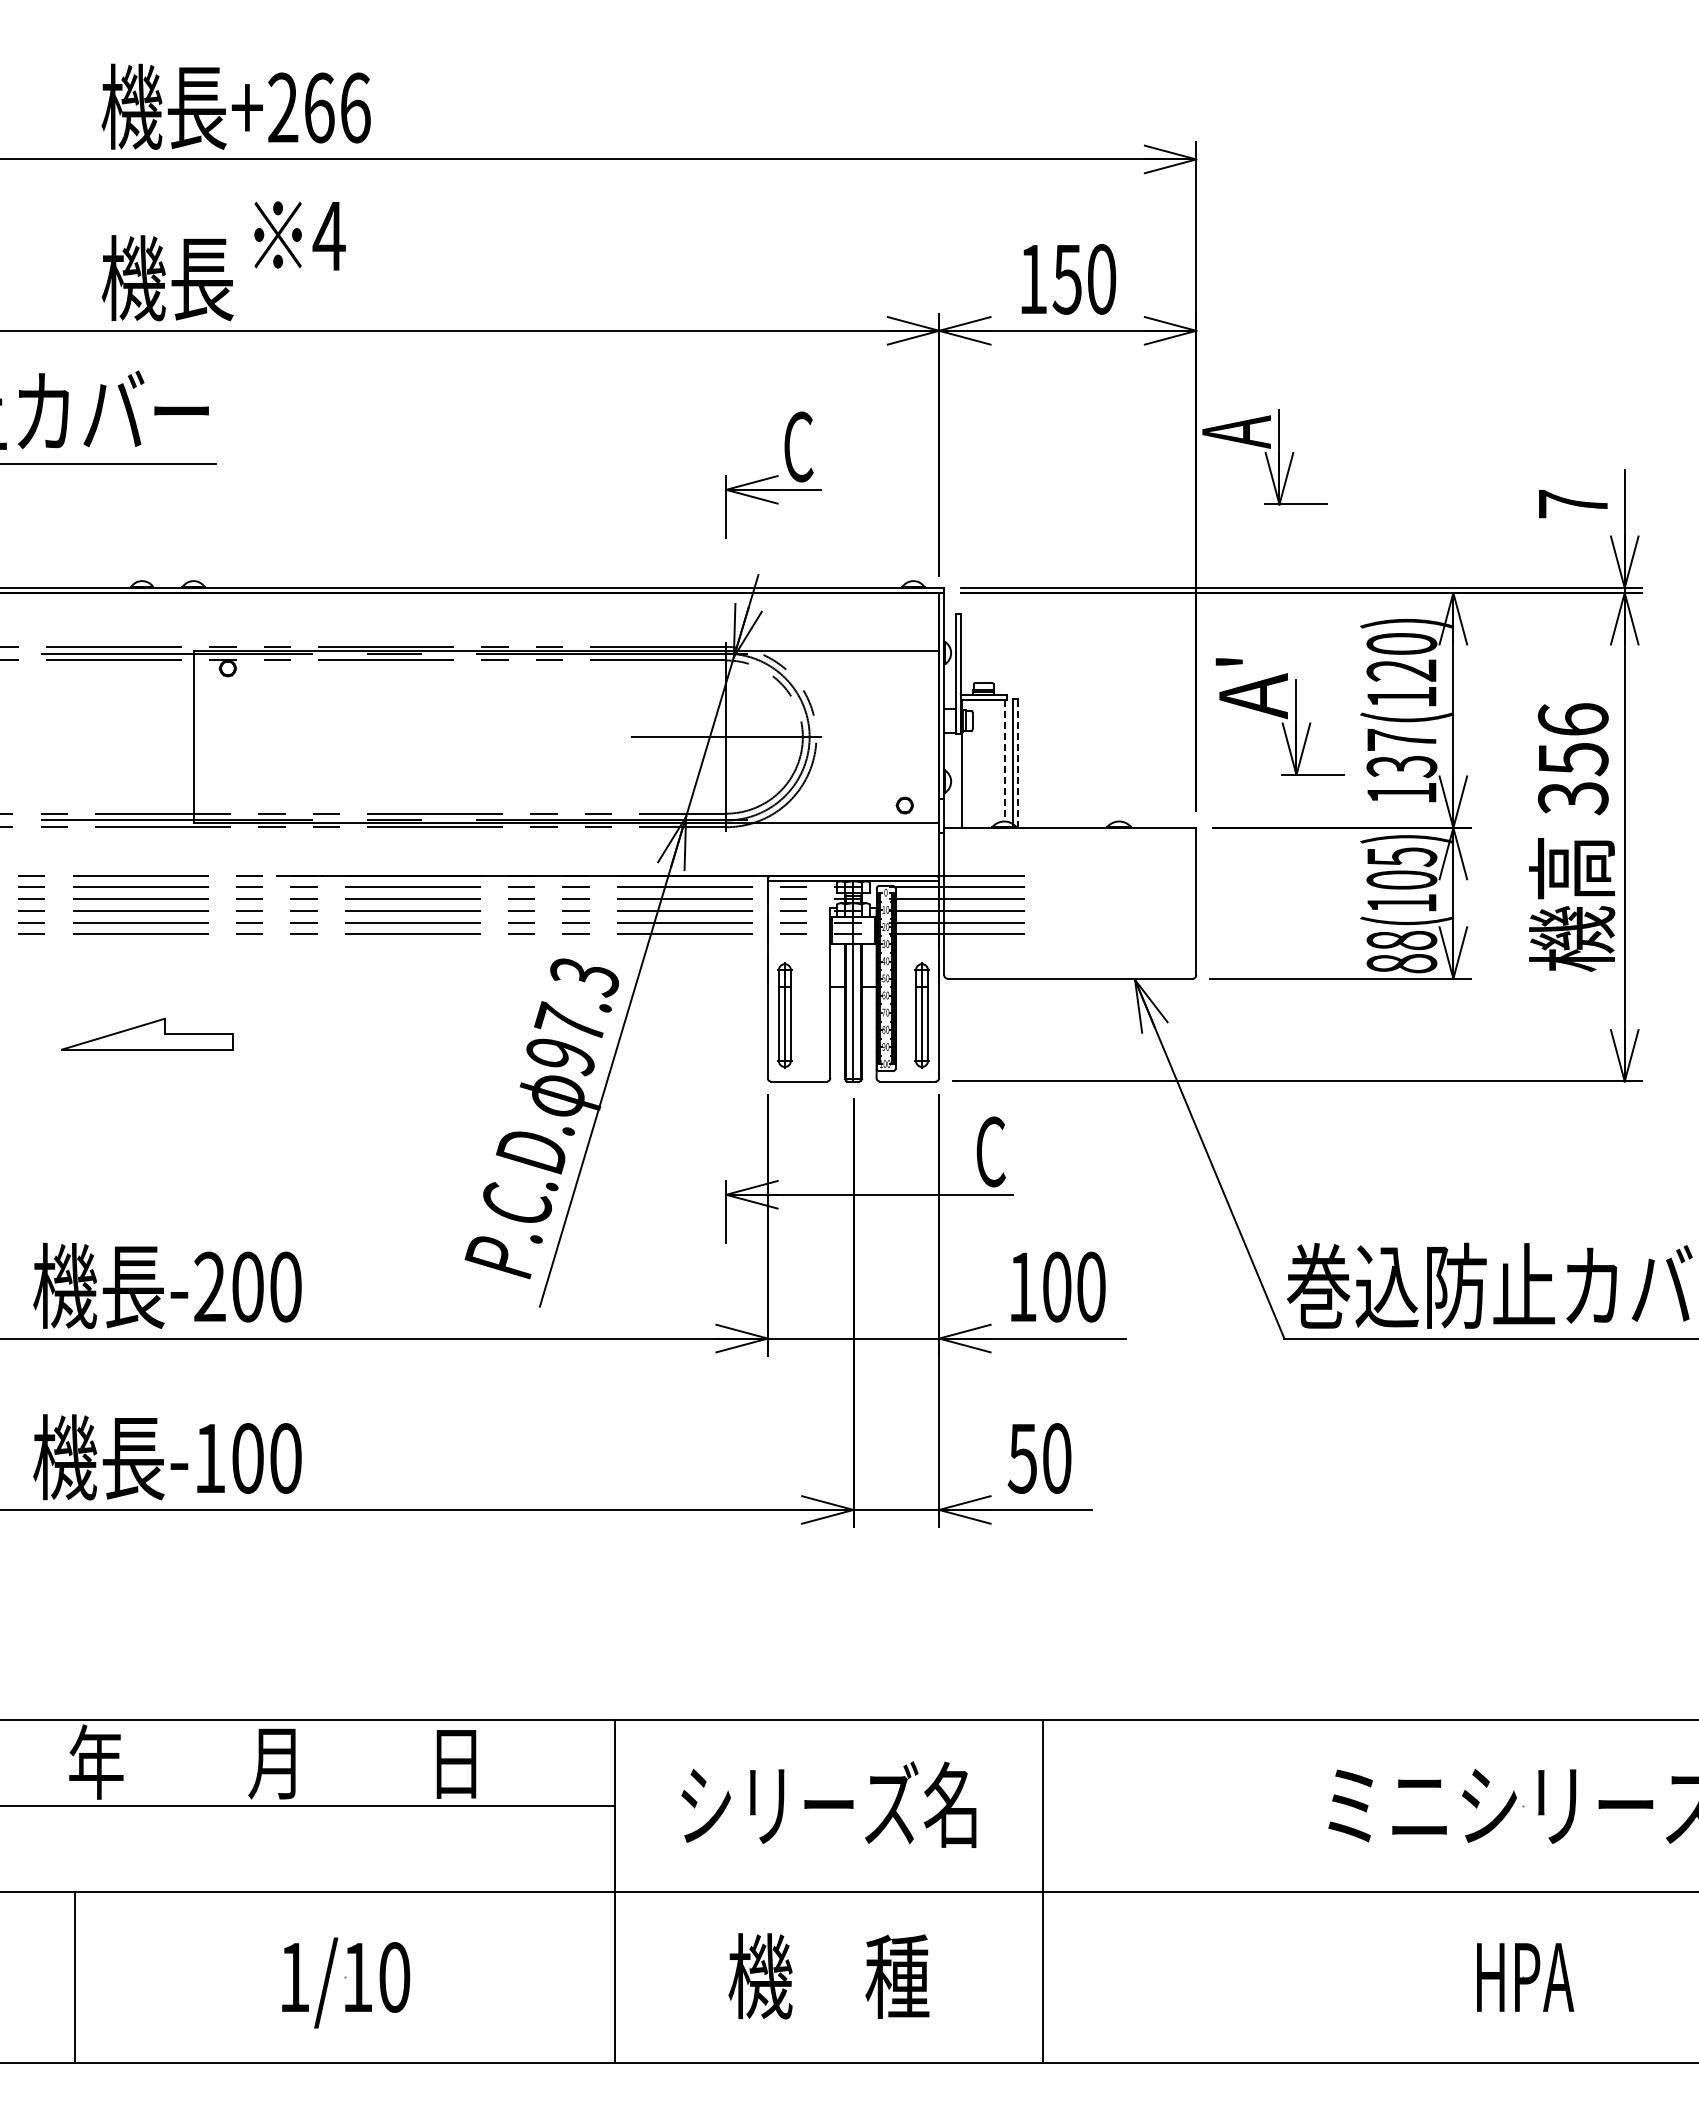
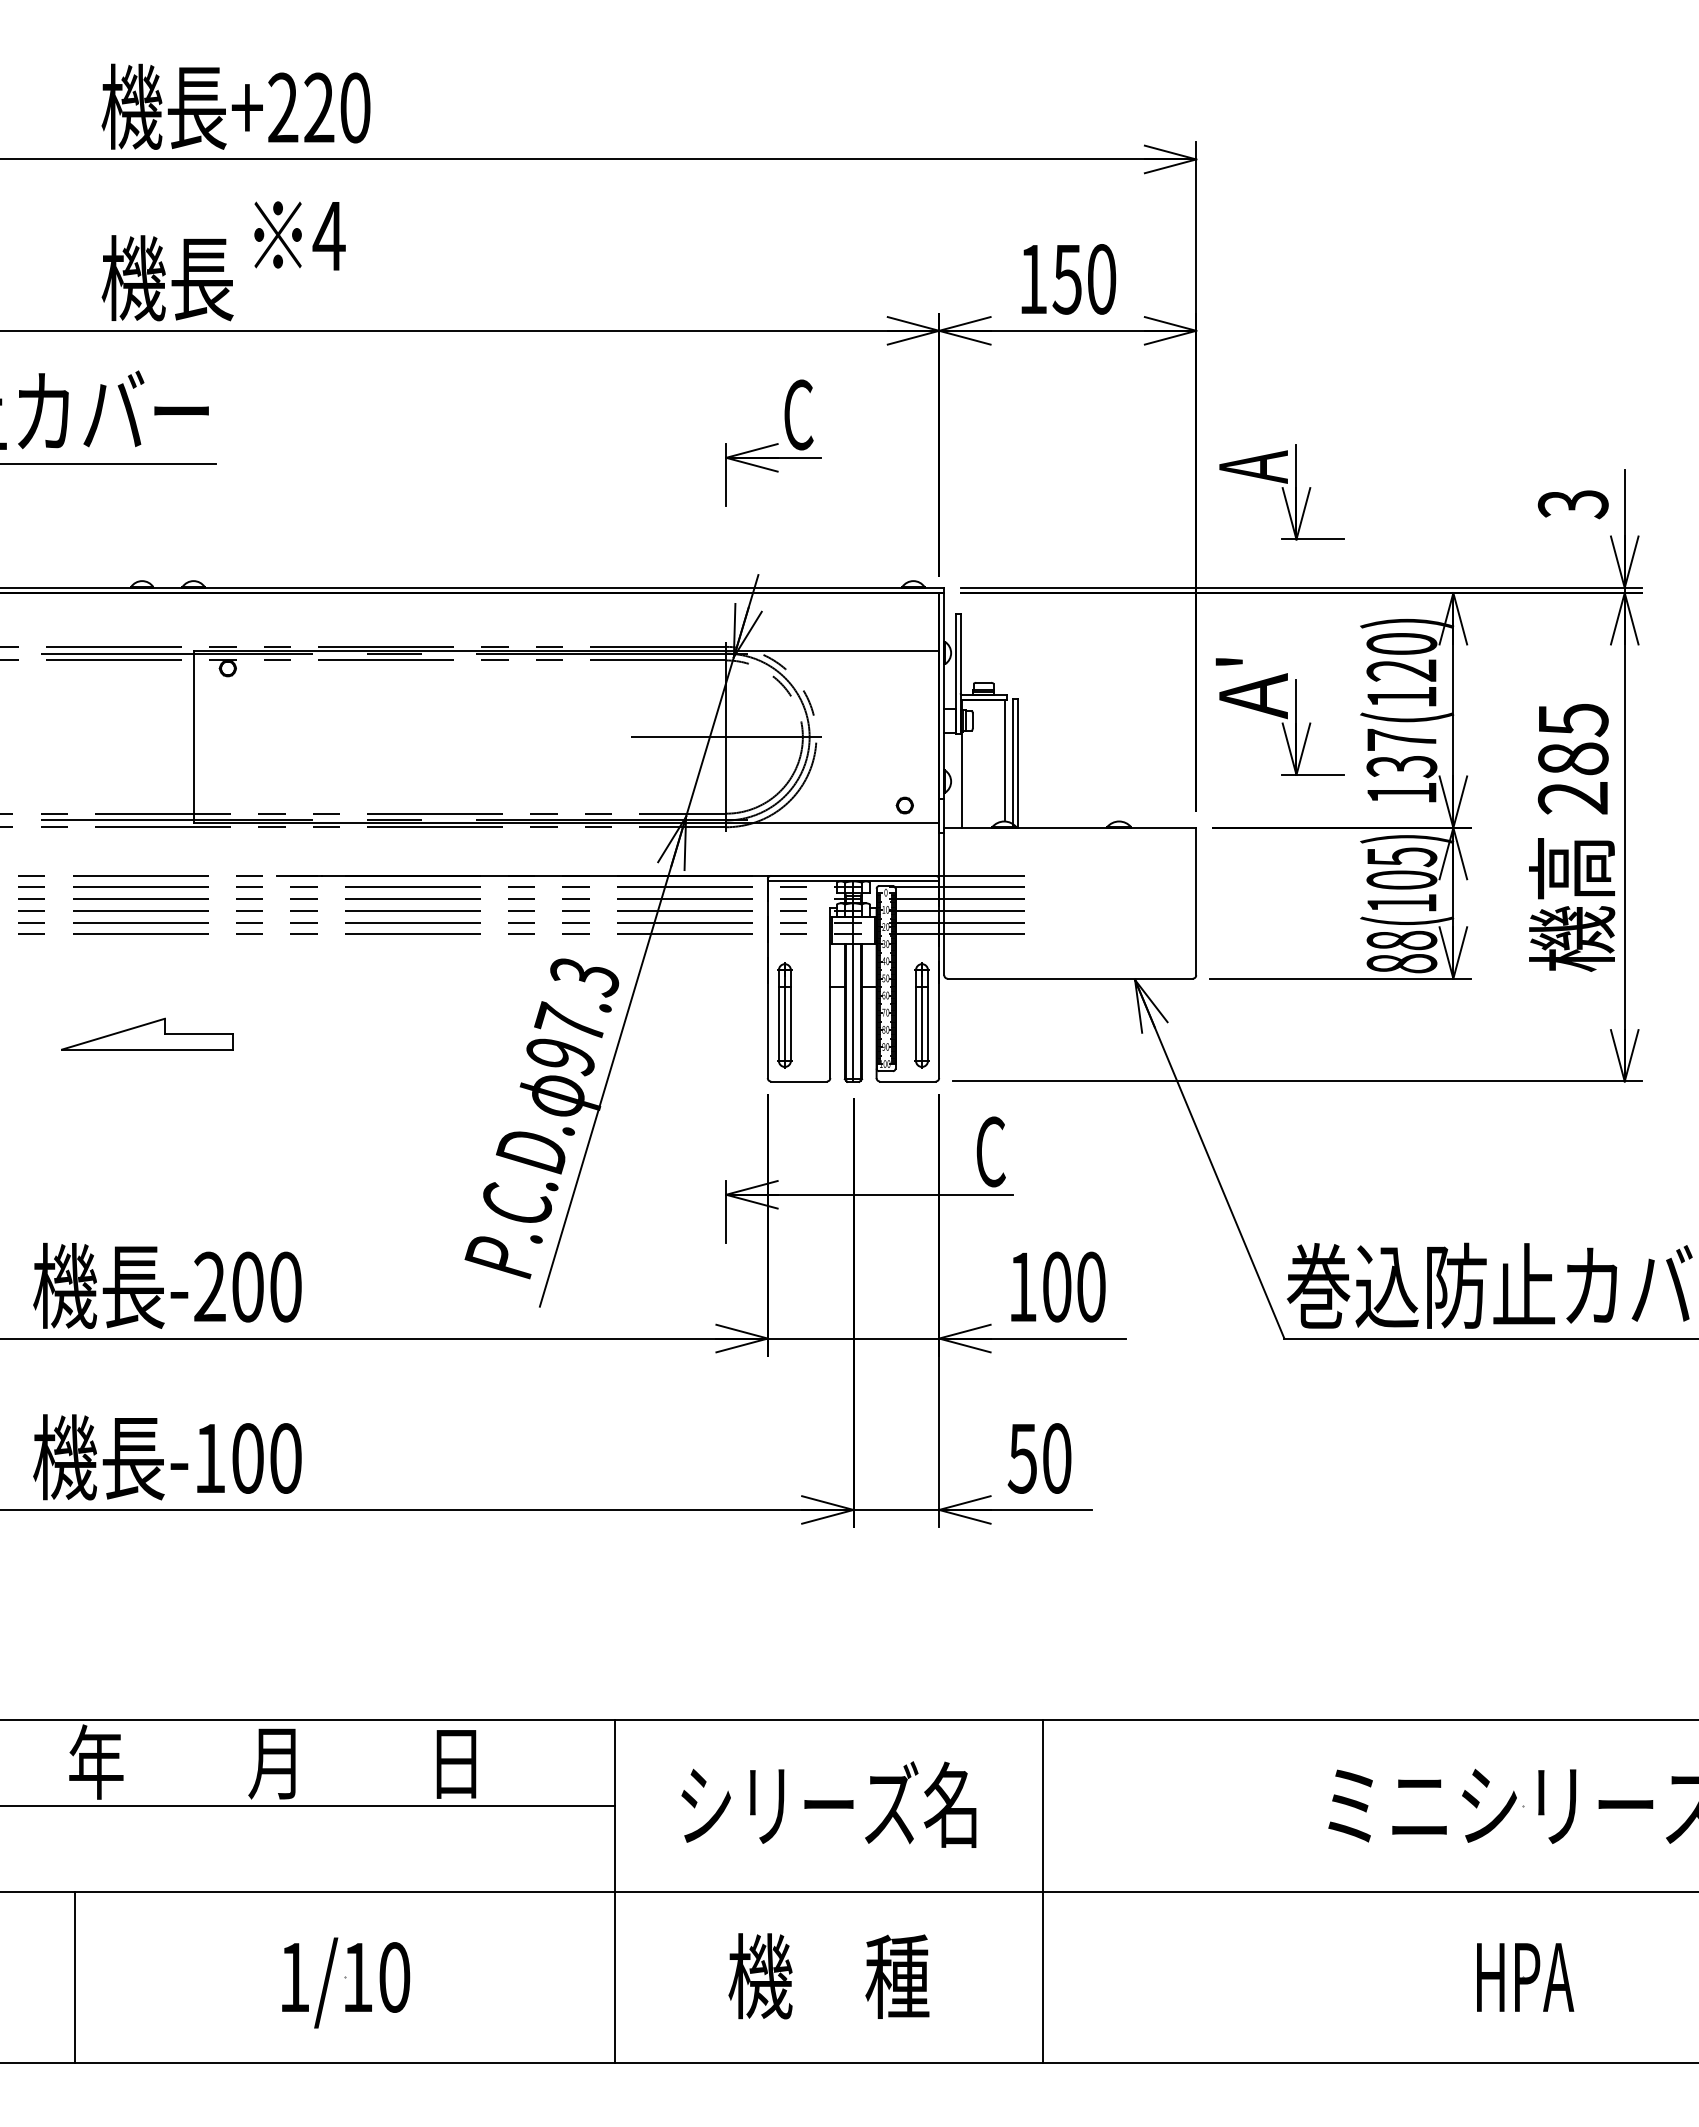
text at (337, 107): +266 -> +220
part at (1264, 457) position: (1264, 457) -> (1281, 492)
part at (773, 474) position: (773, 474) -> (773, 442)
text at (1572, 504): 7 -> 3
line at (1005, 759): dashed -> solid
text at (1572, 759): 356 -> 285
line at (1017, 763): dashed -> solid
